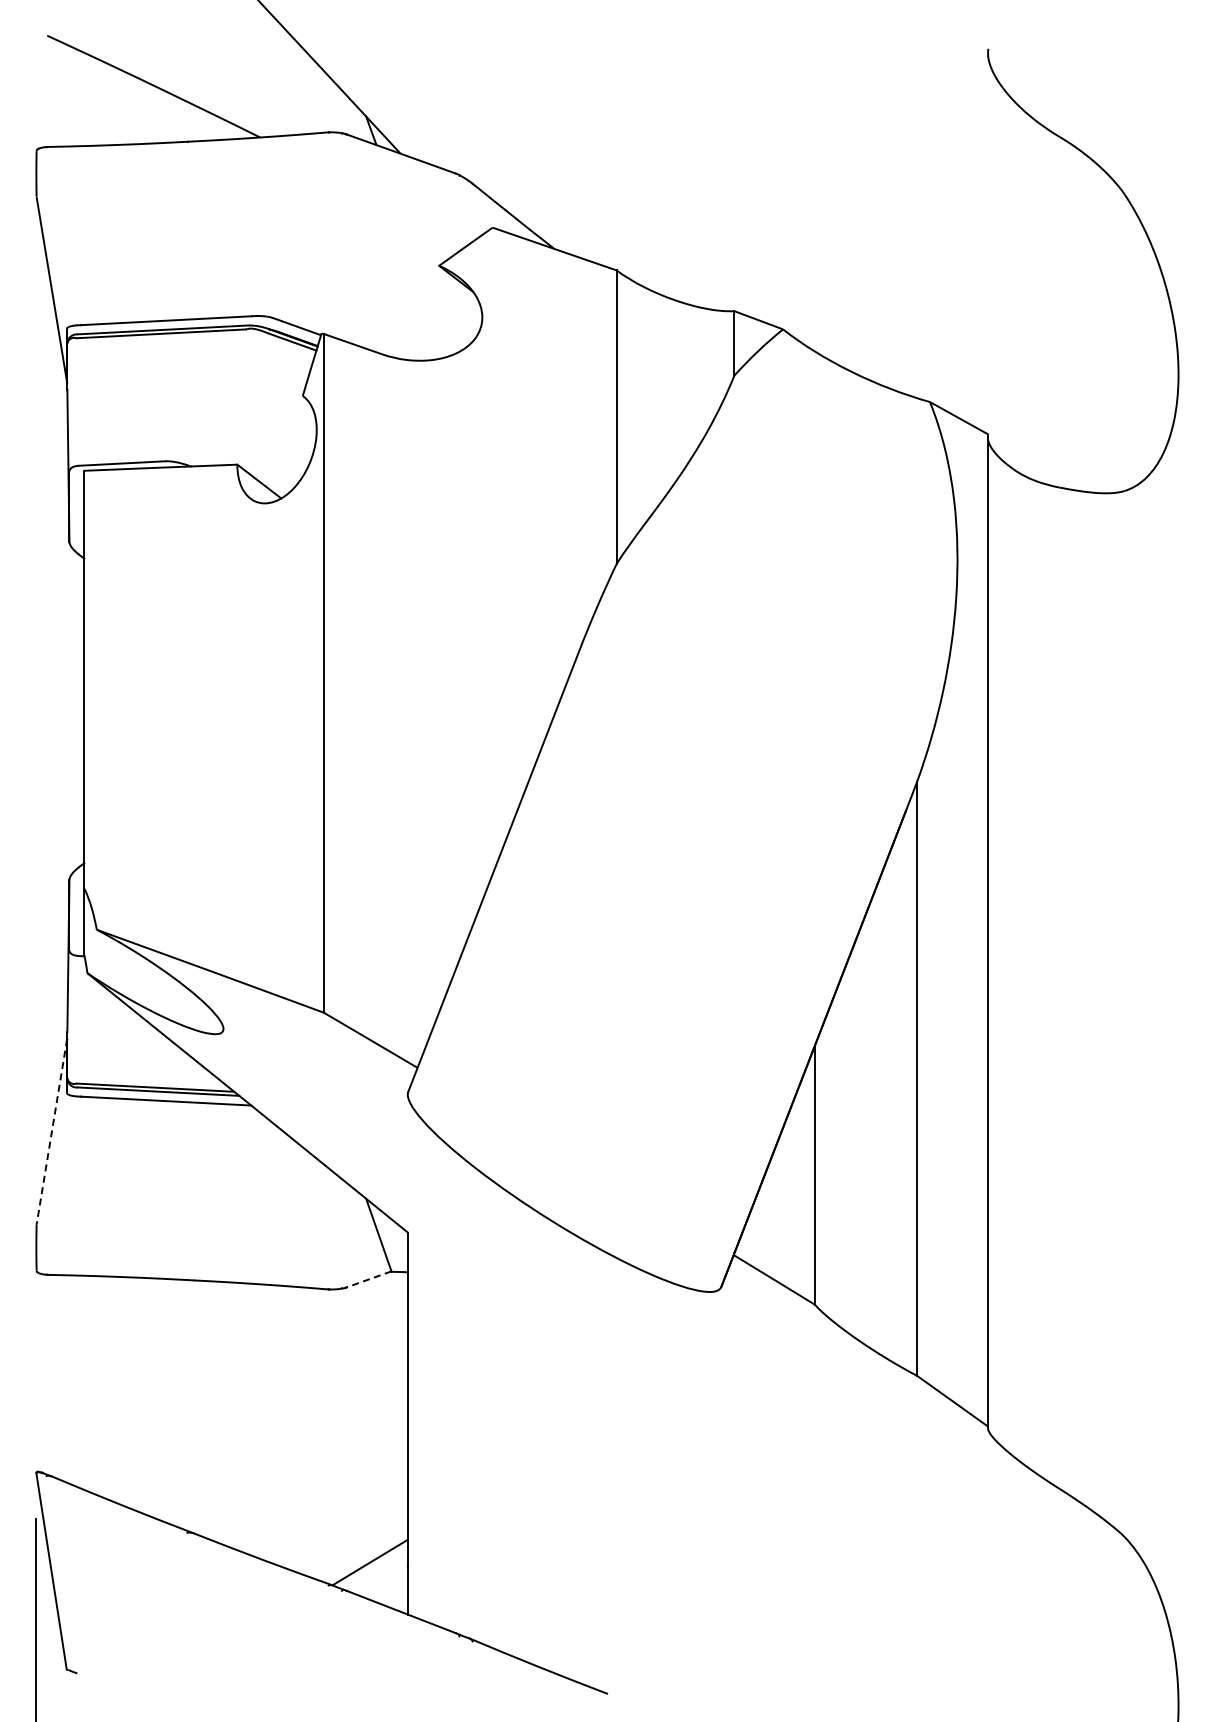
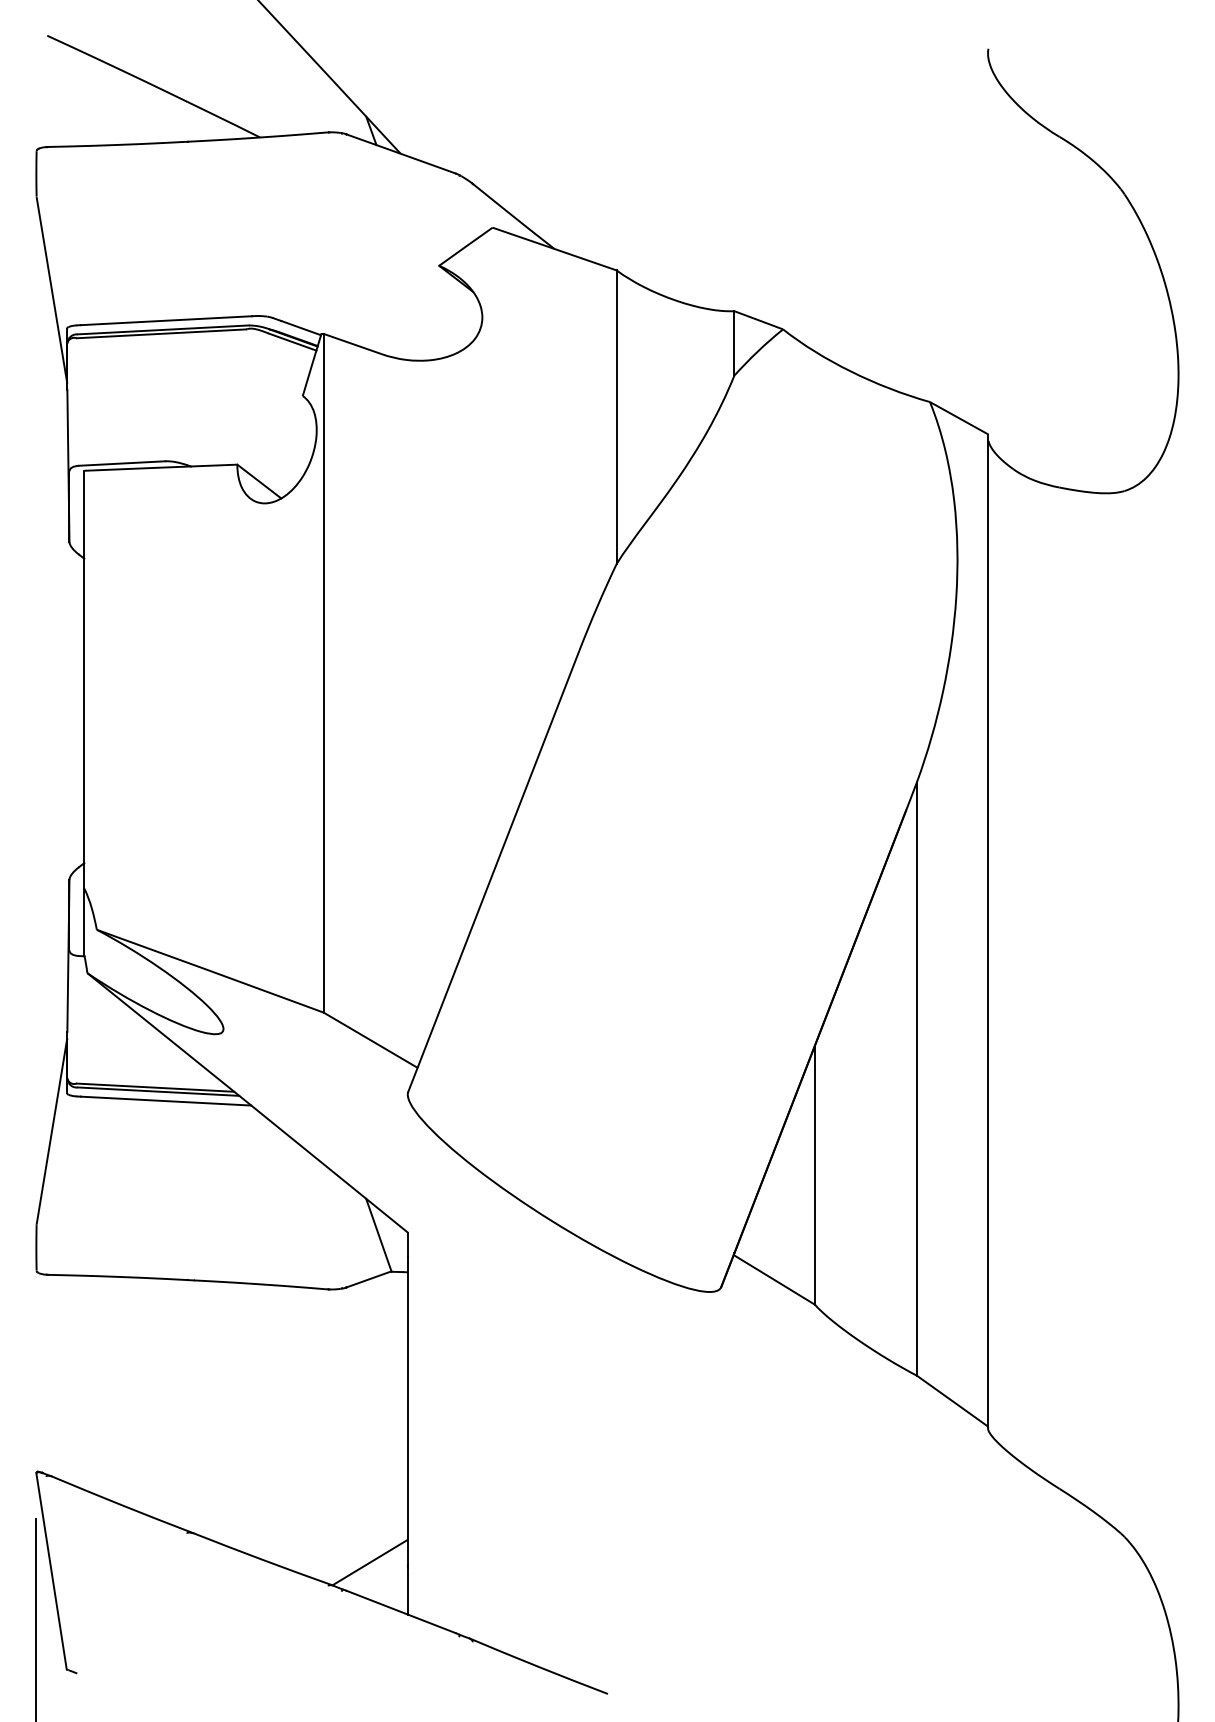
line at (51, 1131): dashed -> solid
line at (368, 1279): dashed -> solid
